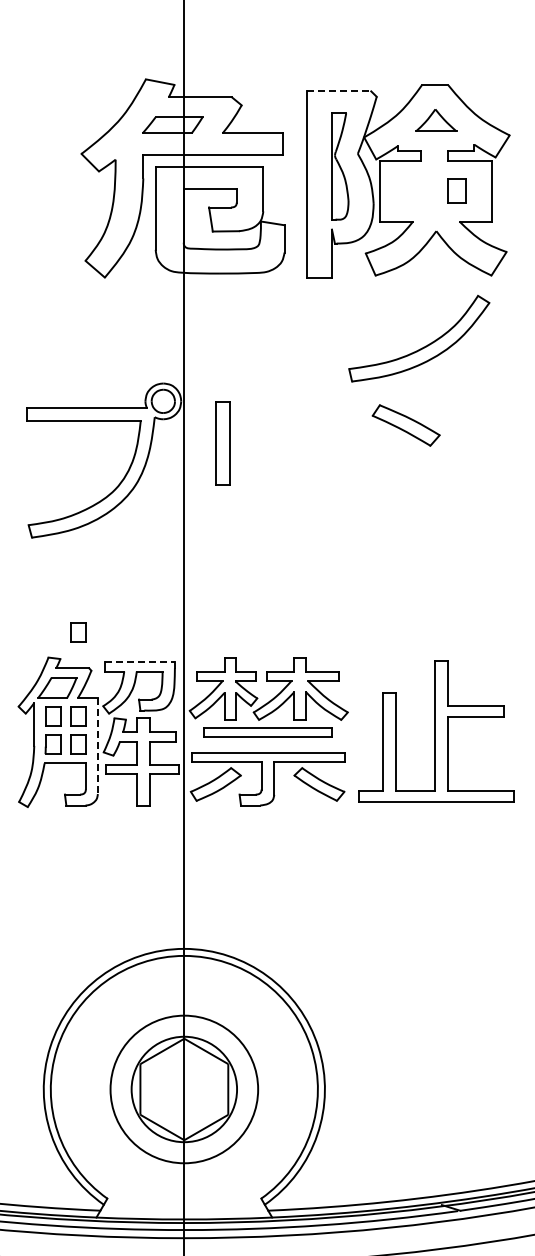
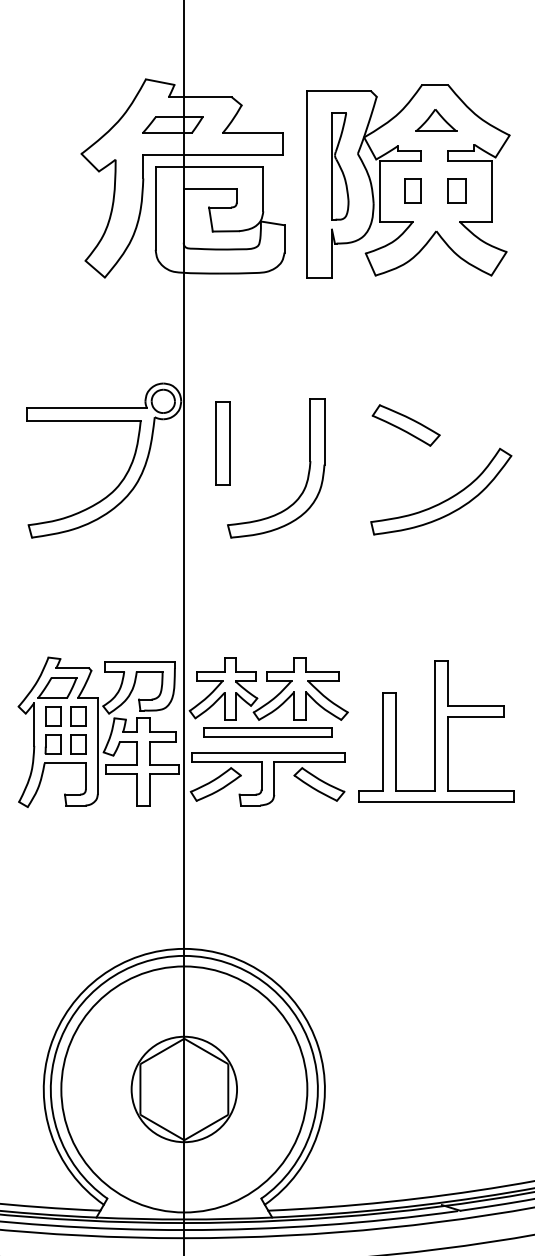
line at (339, 91): dashed -> solid
part at (412, 190): none -> present
part at (423, 346) position: (423, 346) -> (445, 499)
part at (307, 474): none -> present
part at (78, 632): present -> none
line at (140, 662): dashed -> solid
line at (97, 746): dashed -> solid
circle at (184, 1089) diameter: 148 px -> 246 px
